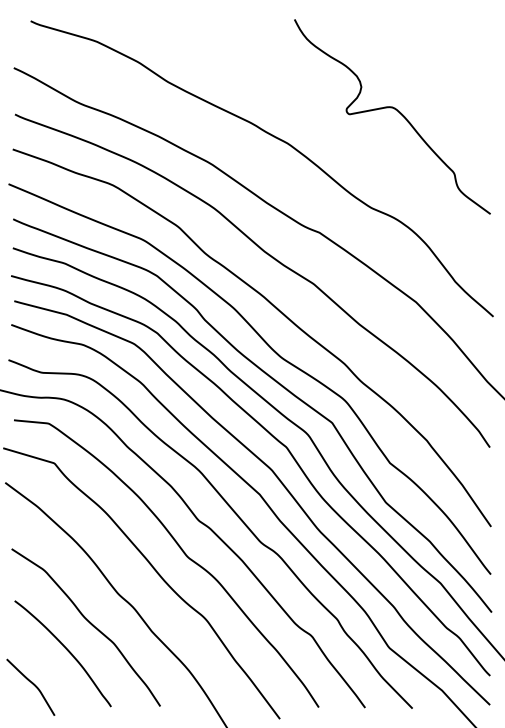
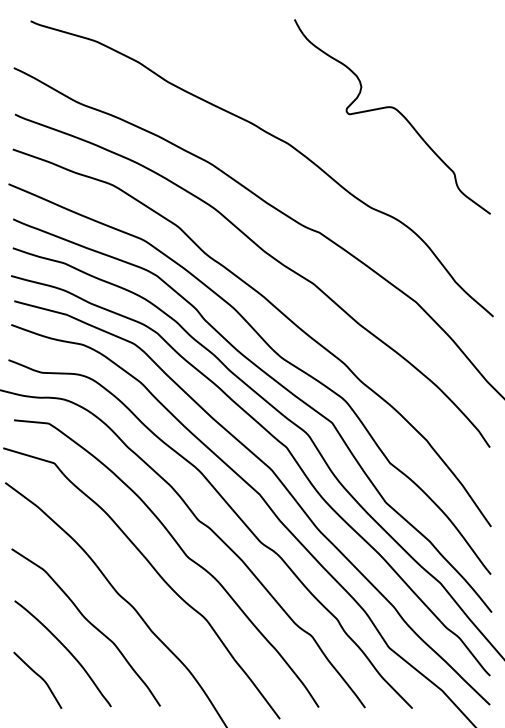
curve at (32, 684) position: (32, 684) -> (39, 677)
